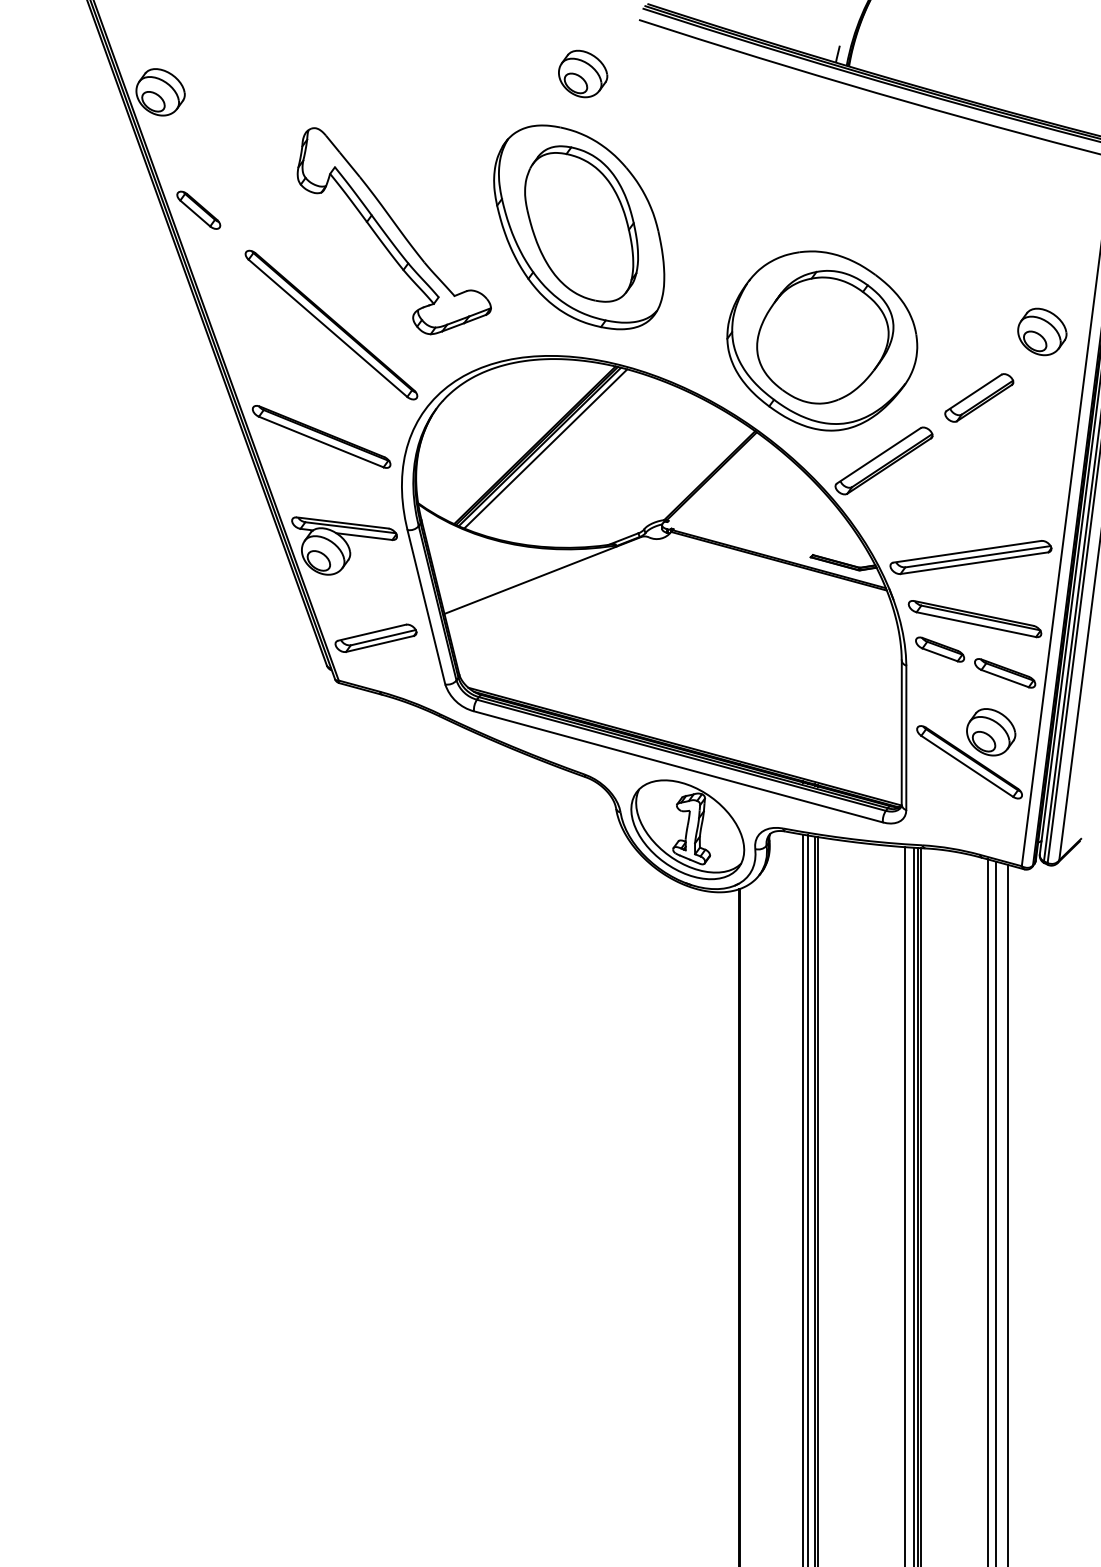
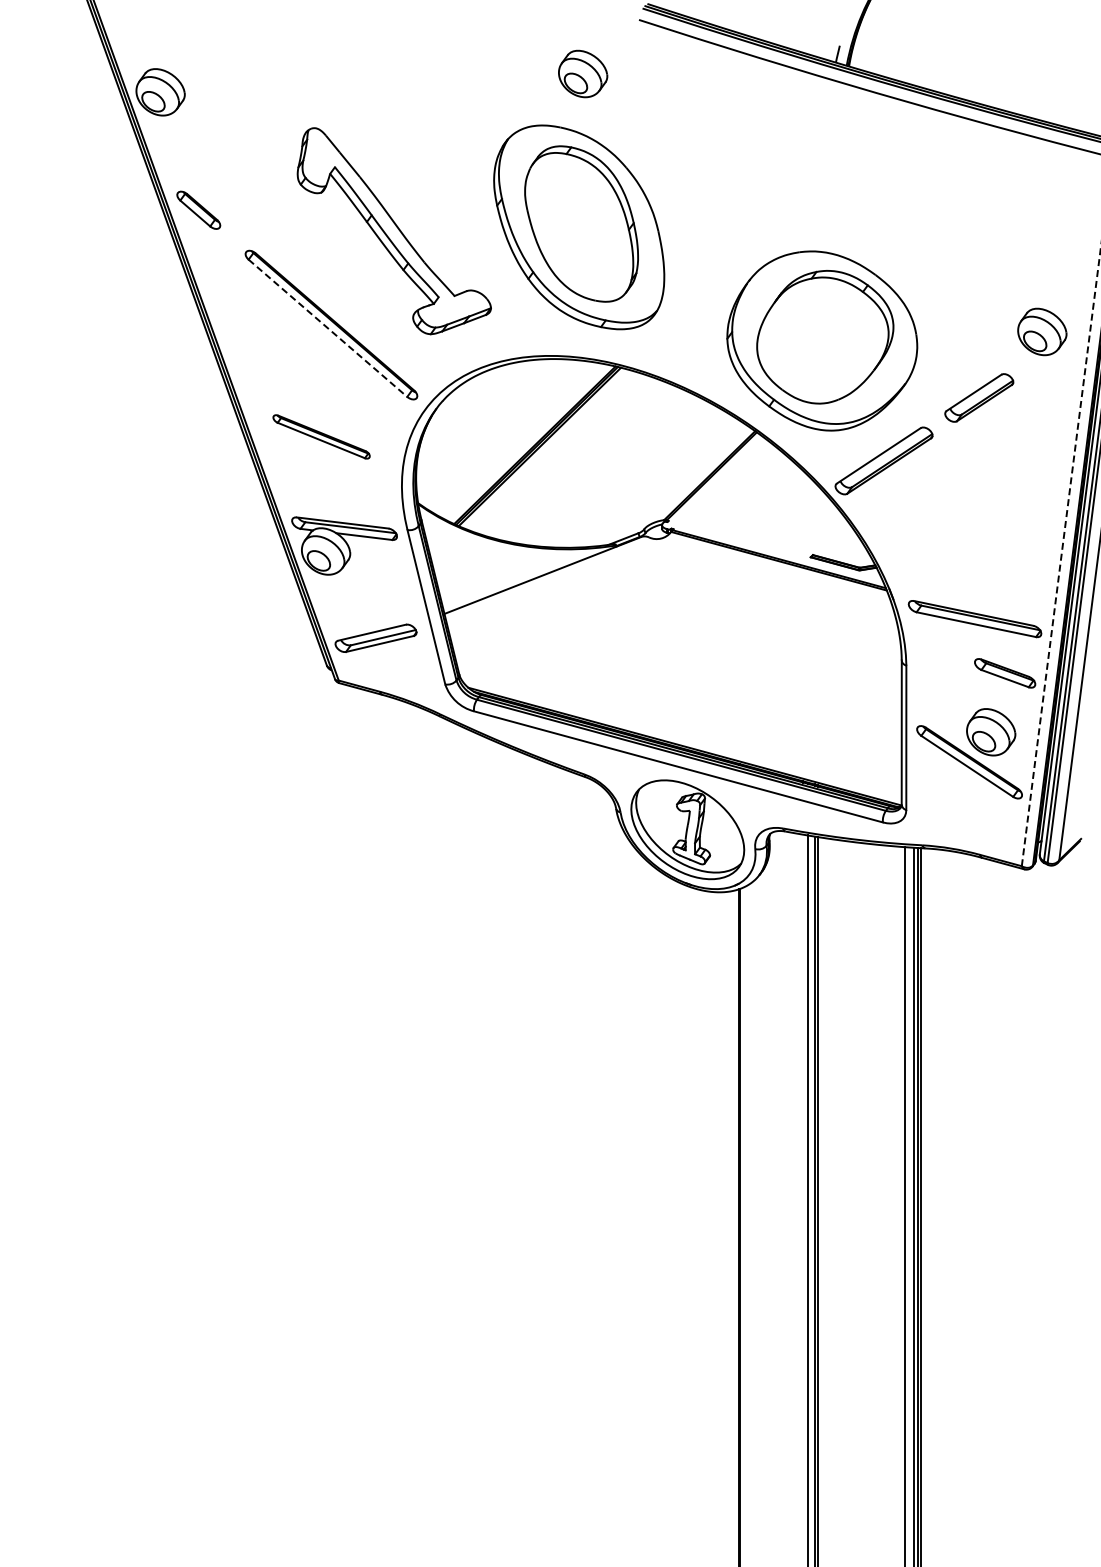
line at (327, 328): solid -> dashed
part at (321, 436) size: 141x64 px -> 99x46 px
line at (545, 448): present -> none
line at (1061, 555): solid -> dashed
part at (970, 557): present -> none
part at (940, 649): present -> none
line at (803, 1198): present -> none
line at (988, 1211): present -> none
line at (995, 1212): present -> none
line at (1007, 1213): present -> none
